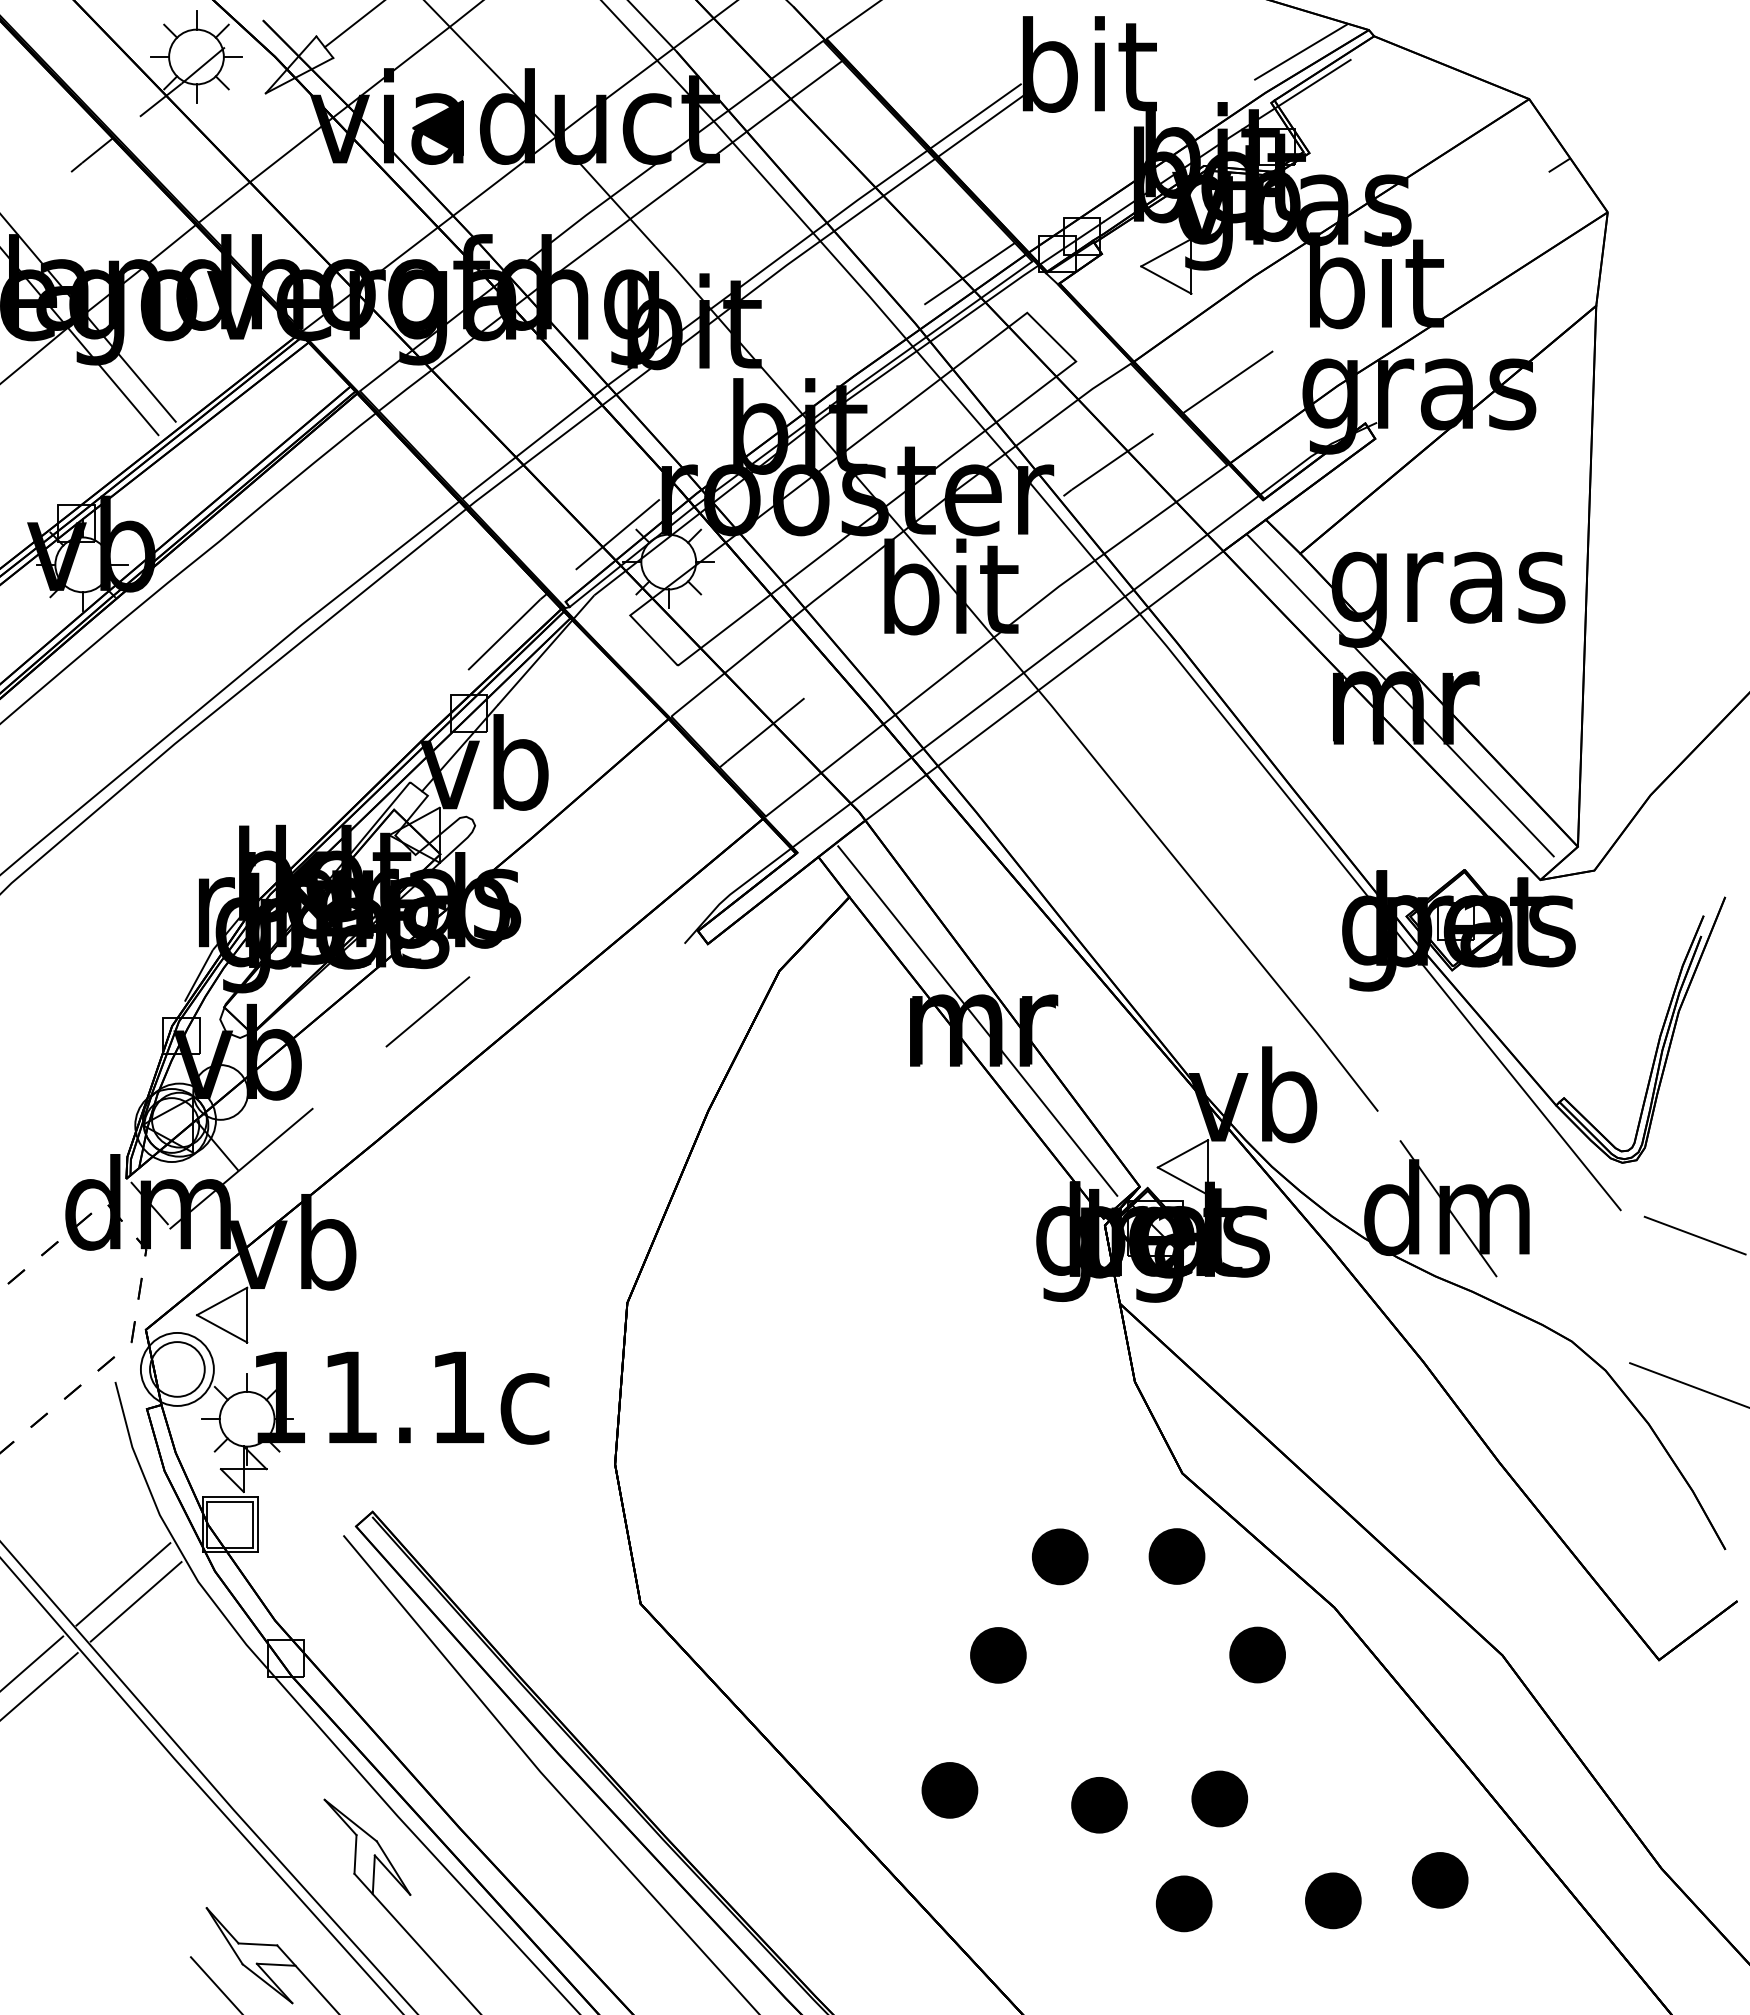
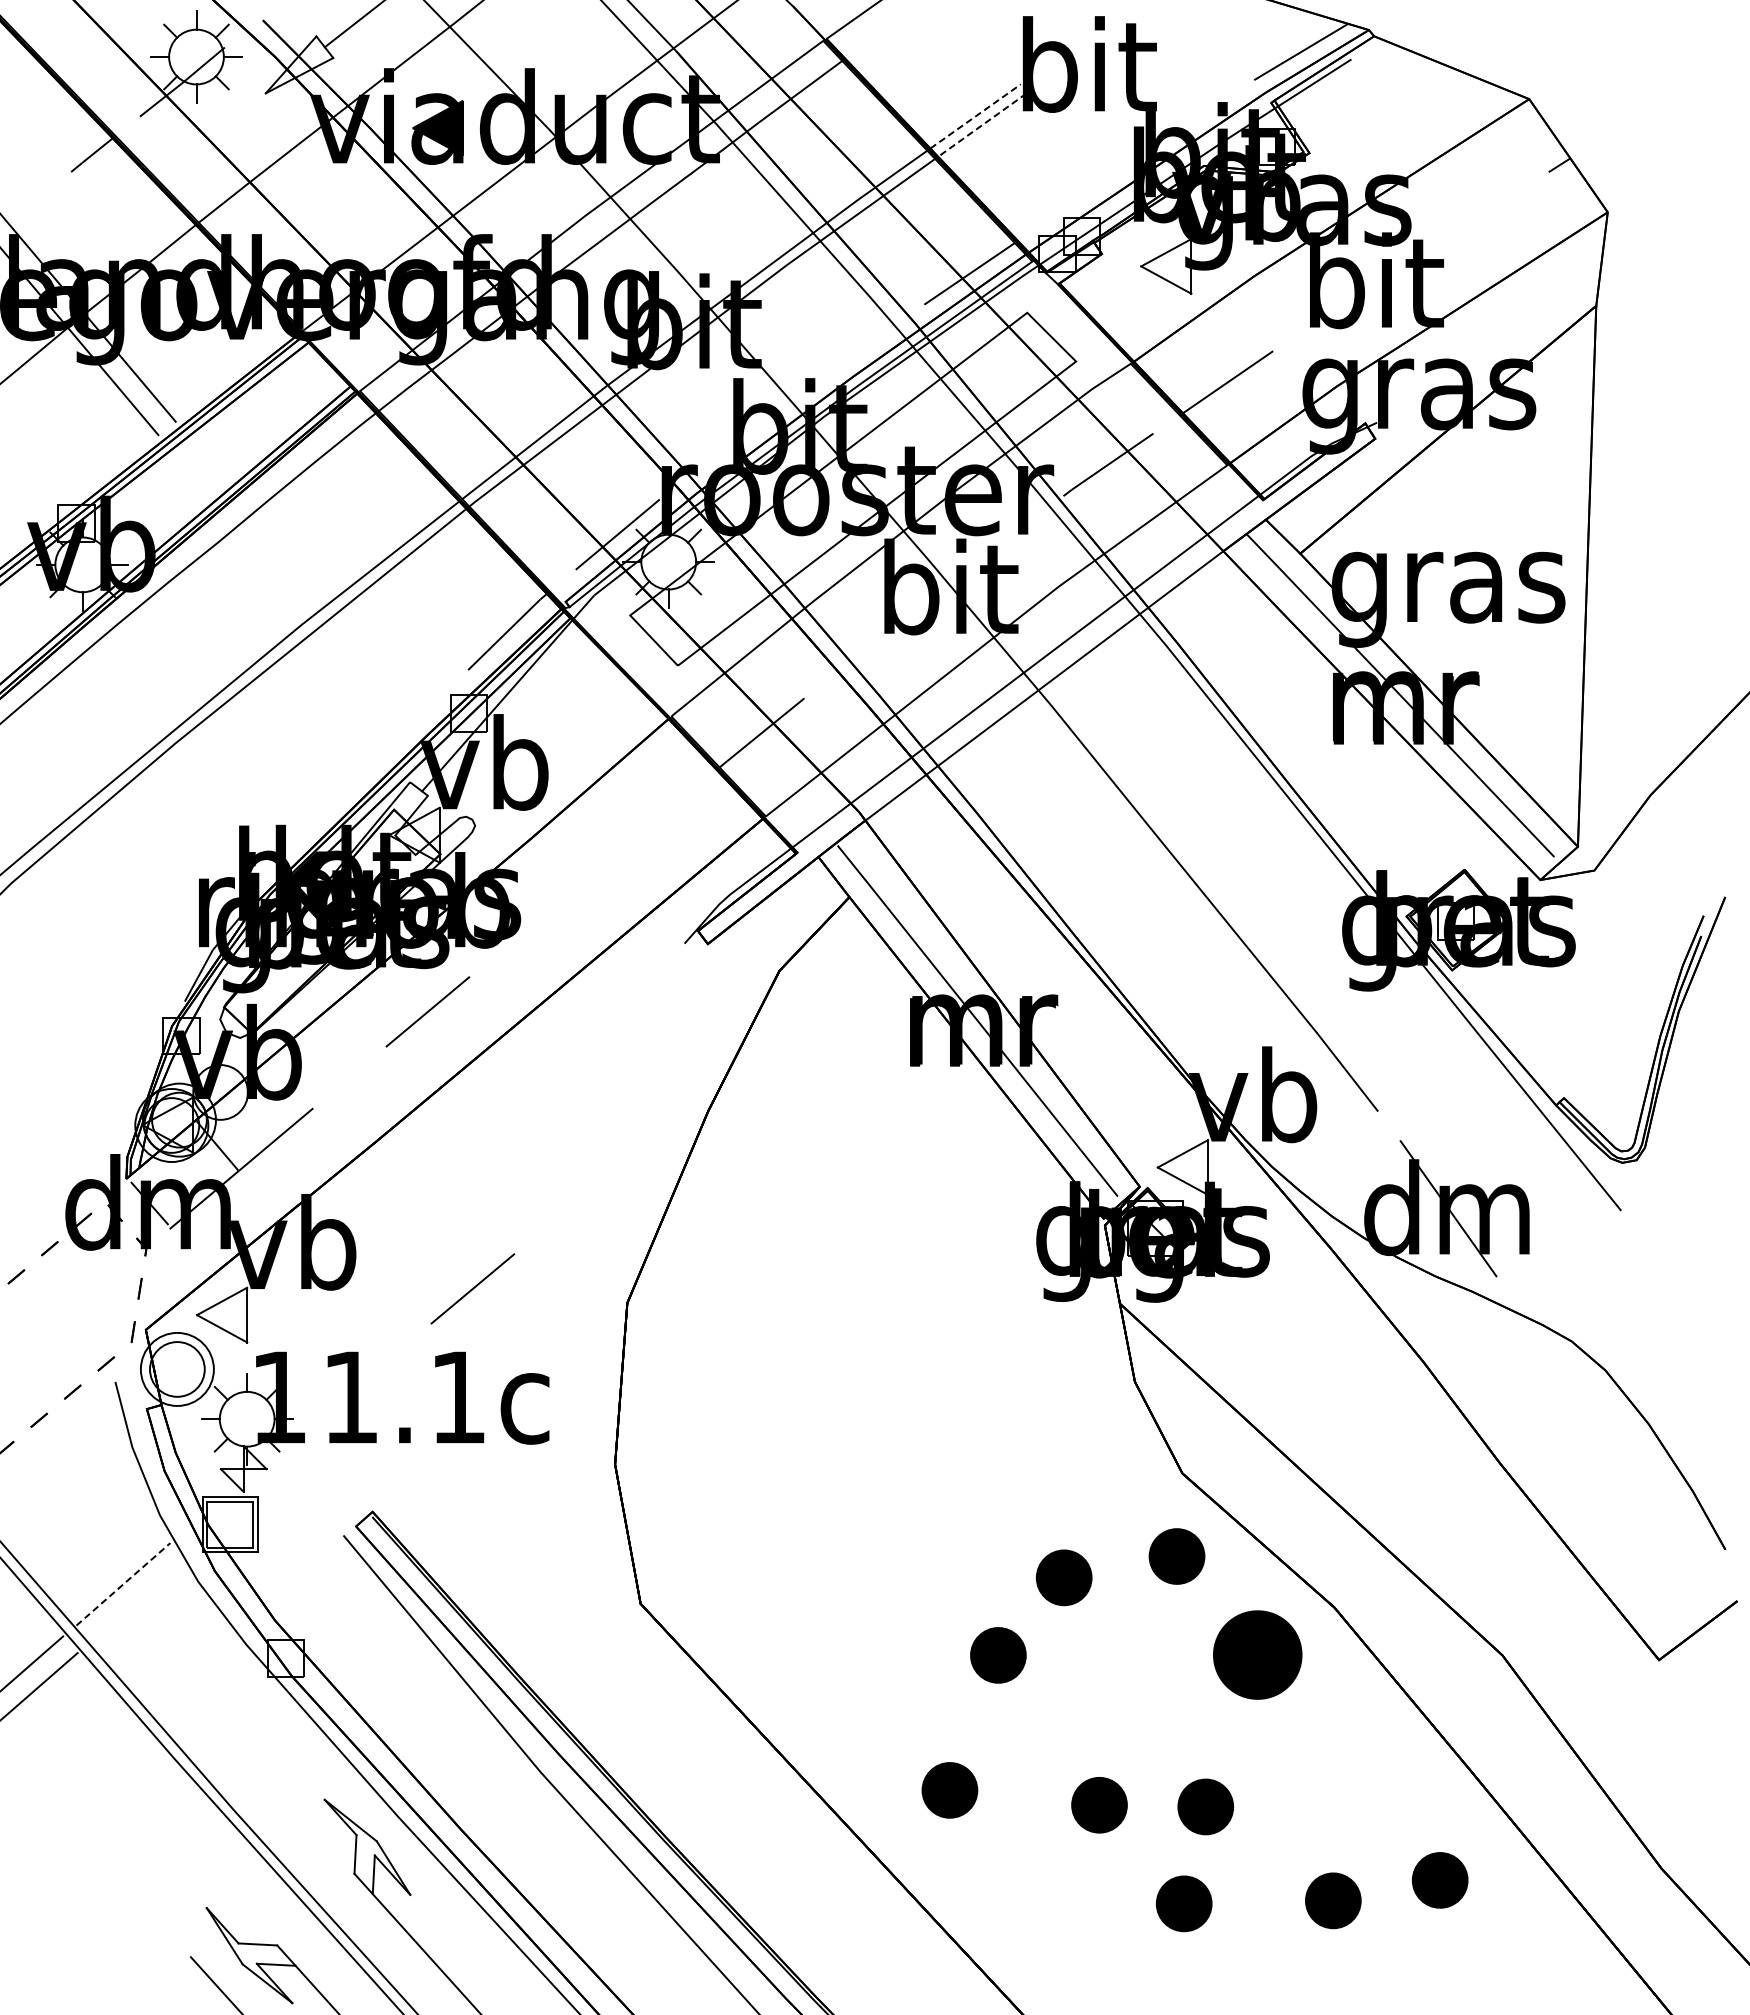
line at (976, 116): solid -> dashed
line at (981, 125): solid -> dashed
line at (1694, 1235): present -> none
line at (472, 1288): none -> present
line at (1688, 1384): present -> none
part at (1059, 1556) position: (1059, 1556) -> (1063, 1577)
line at (123, 1584): solid -> dashed
line at (135, 1601): present -> none
part at (1257, 1654) size: 57x58 px -> 90x90 px
part at (1219, 1798) position: (1219, 1798) -> (1205, 1806)
